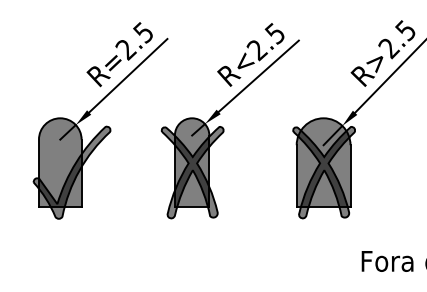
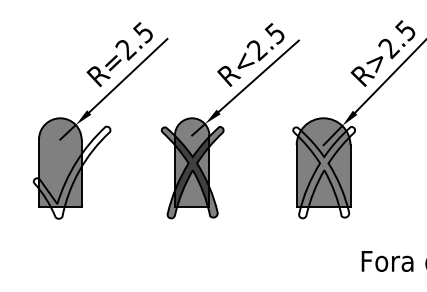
fill at (71, 172): present -> none
fill at (324, 172): present -> none
